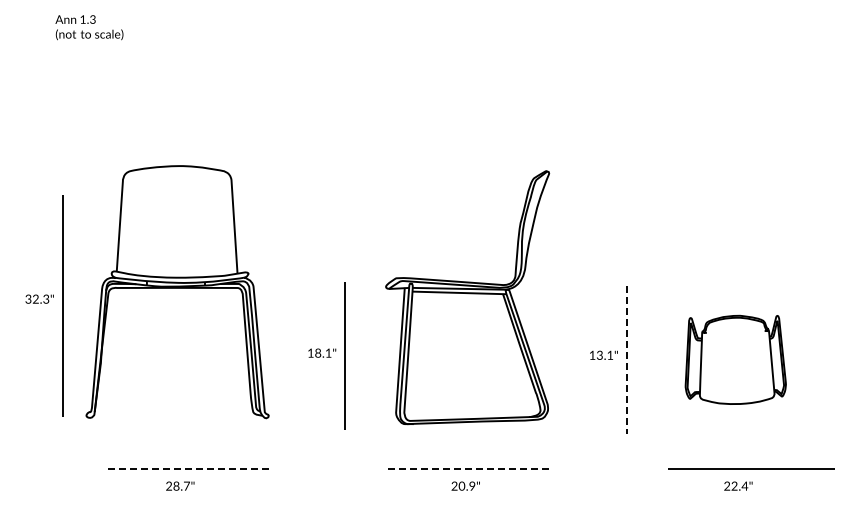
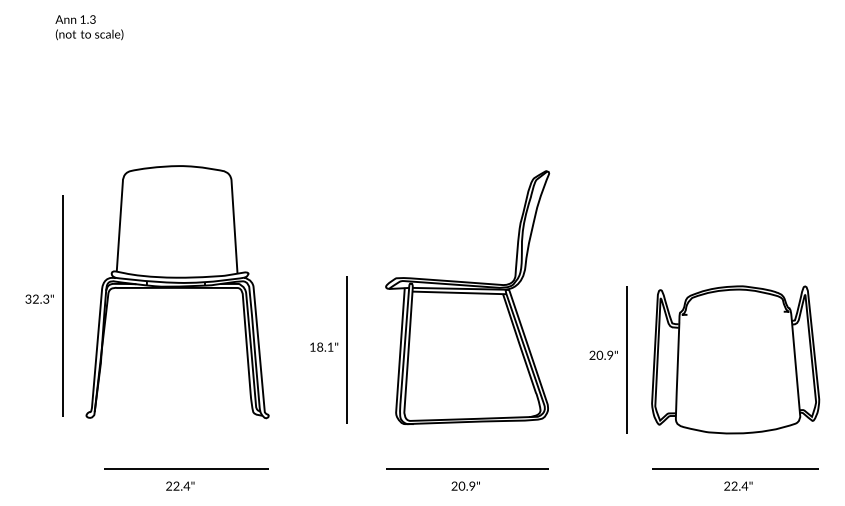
text at (601, 354): 13.1" -> 20.9"
part at (326, 355) position: (326, 355) -> (328, 349)
line at (627, 359): dashed -> solid
part at (735, 359) size: 103x91 px -> 170x150 px
line at (751, 468) position: (751, 468) -> (735, 468)
line at (185, 469): dashed -> solid
line at (467, 469): dashed -> solid
text at (181, 485): 28.7" -> 22.4"
